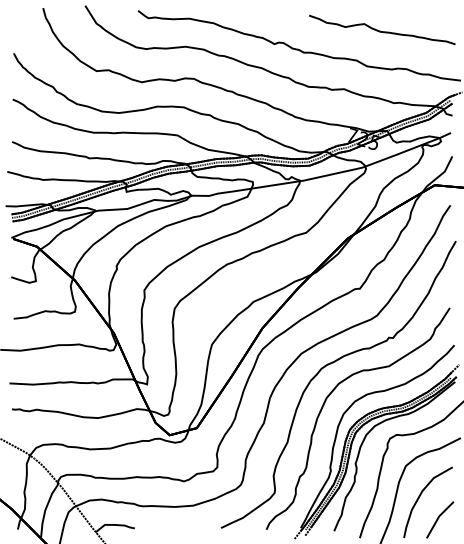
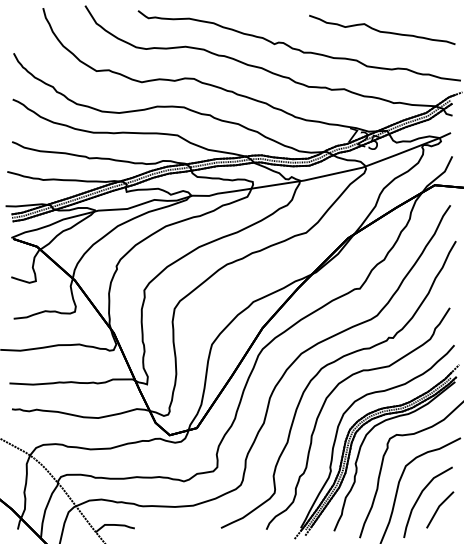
line at (439, 518) position: (439, 518) -> (439, 508)
